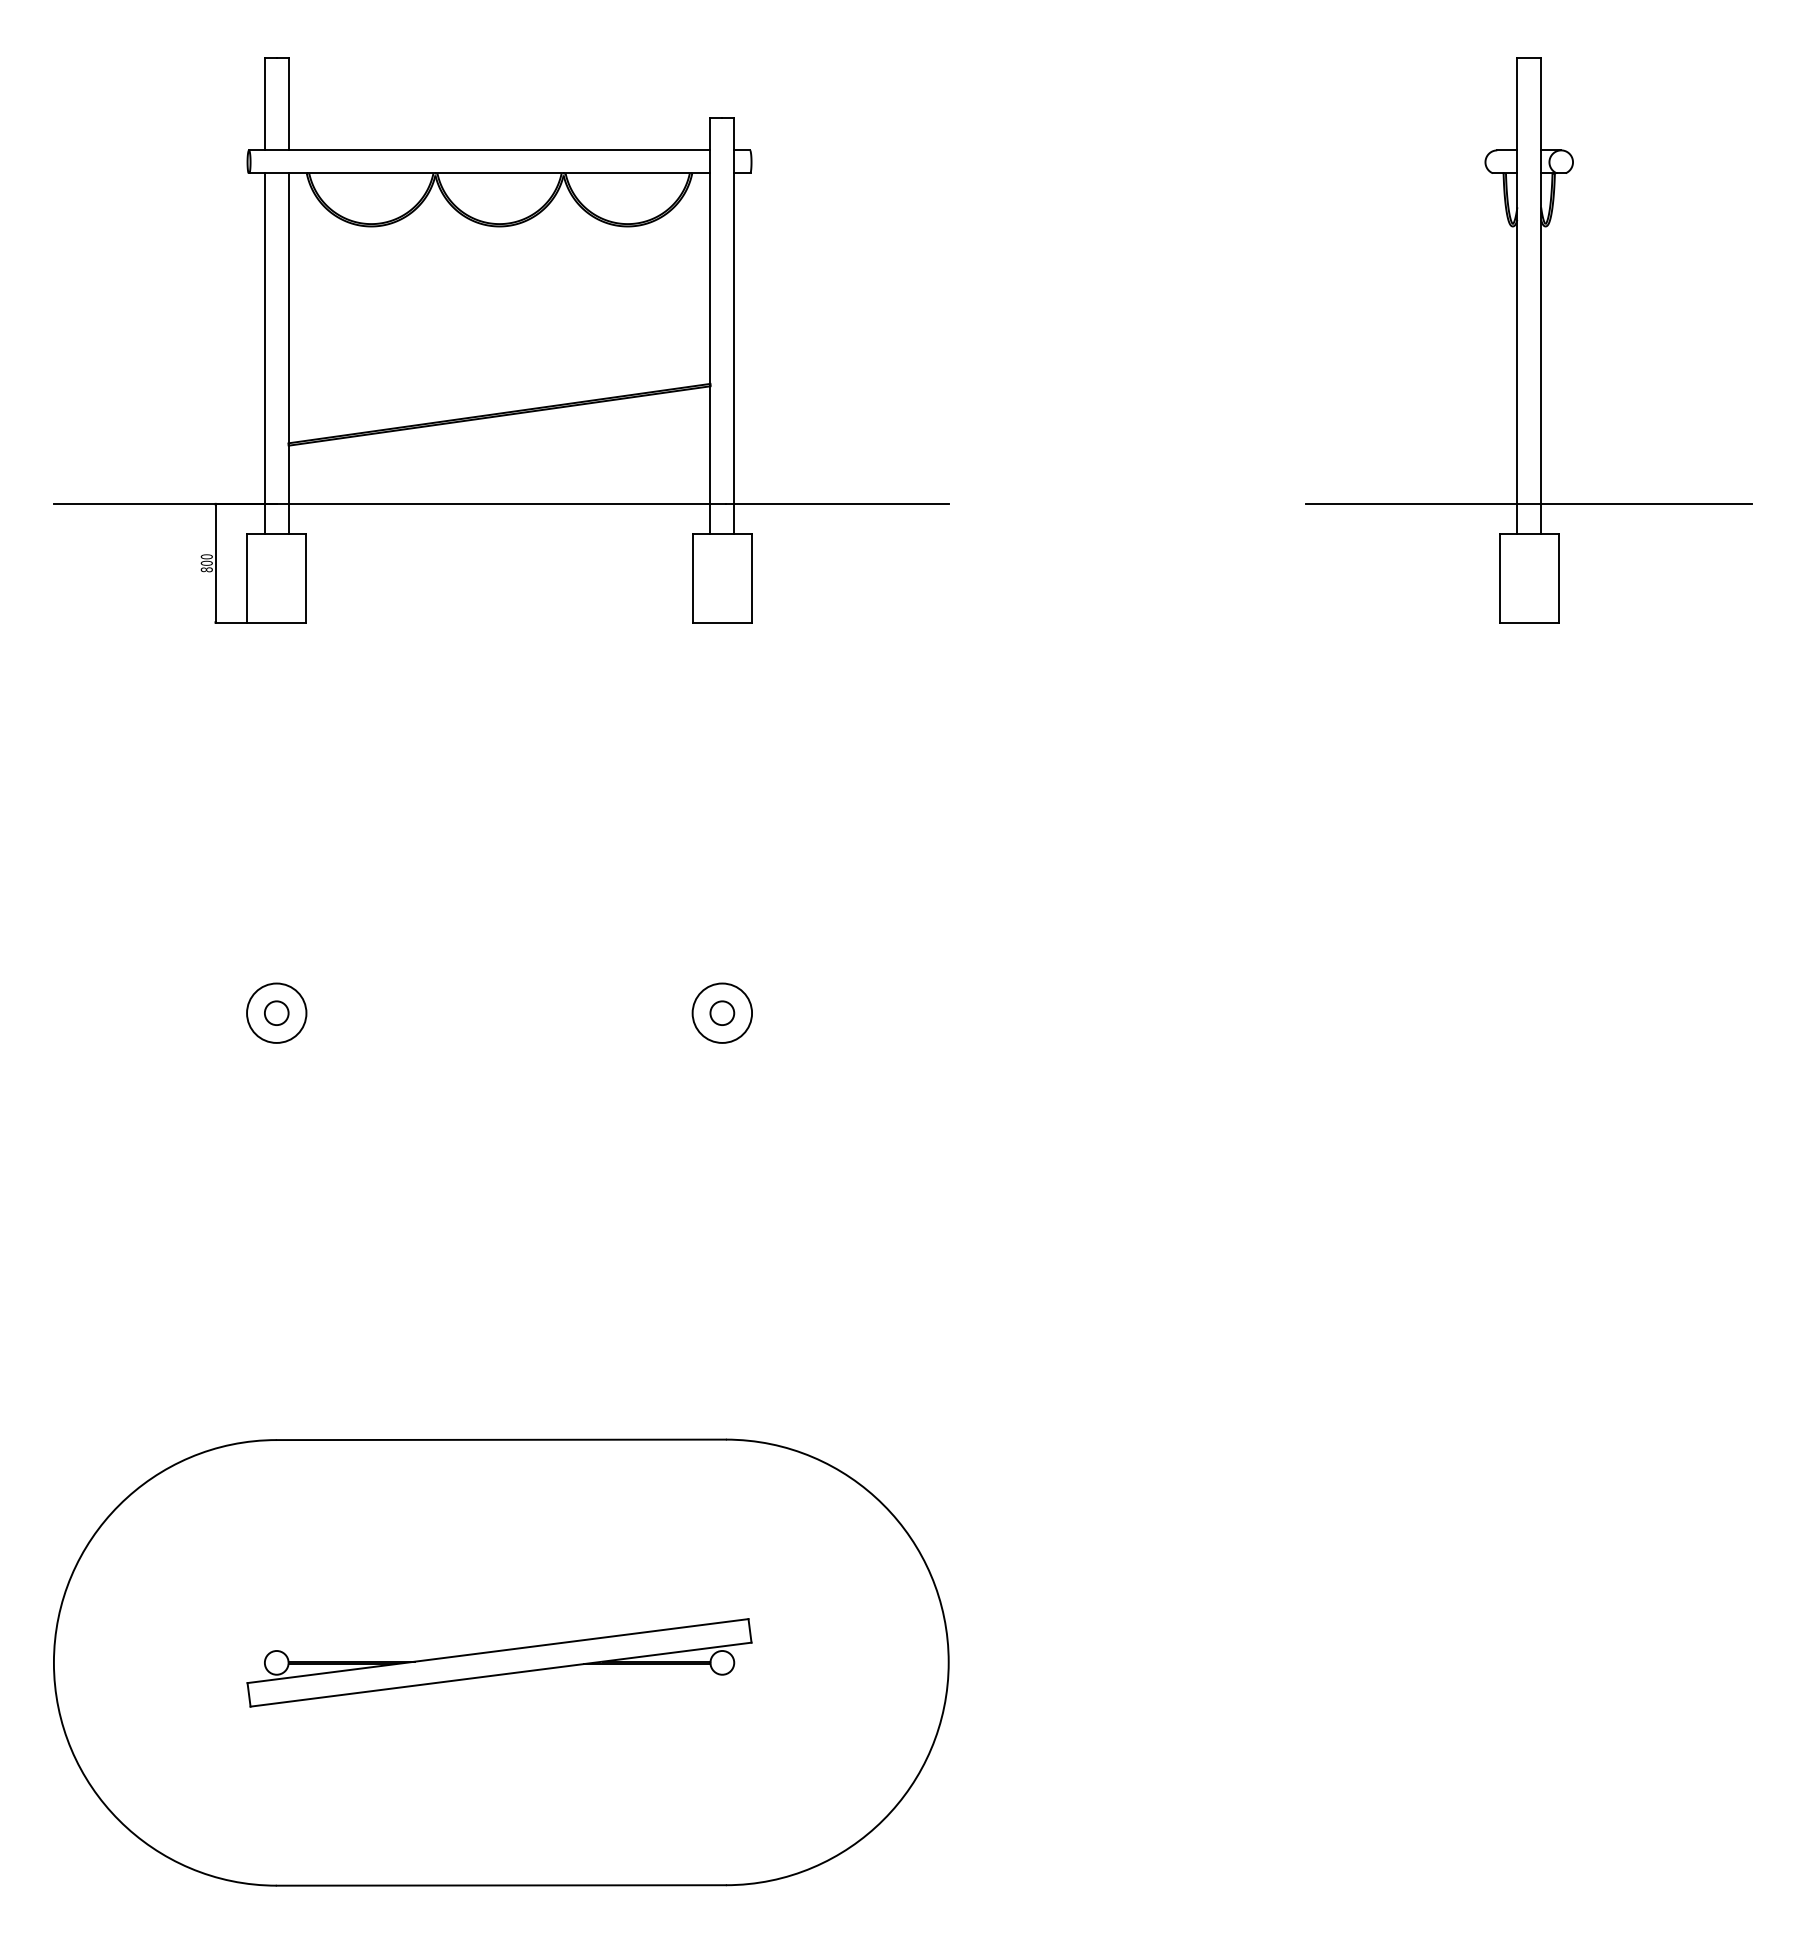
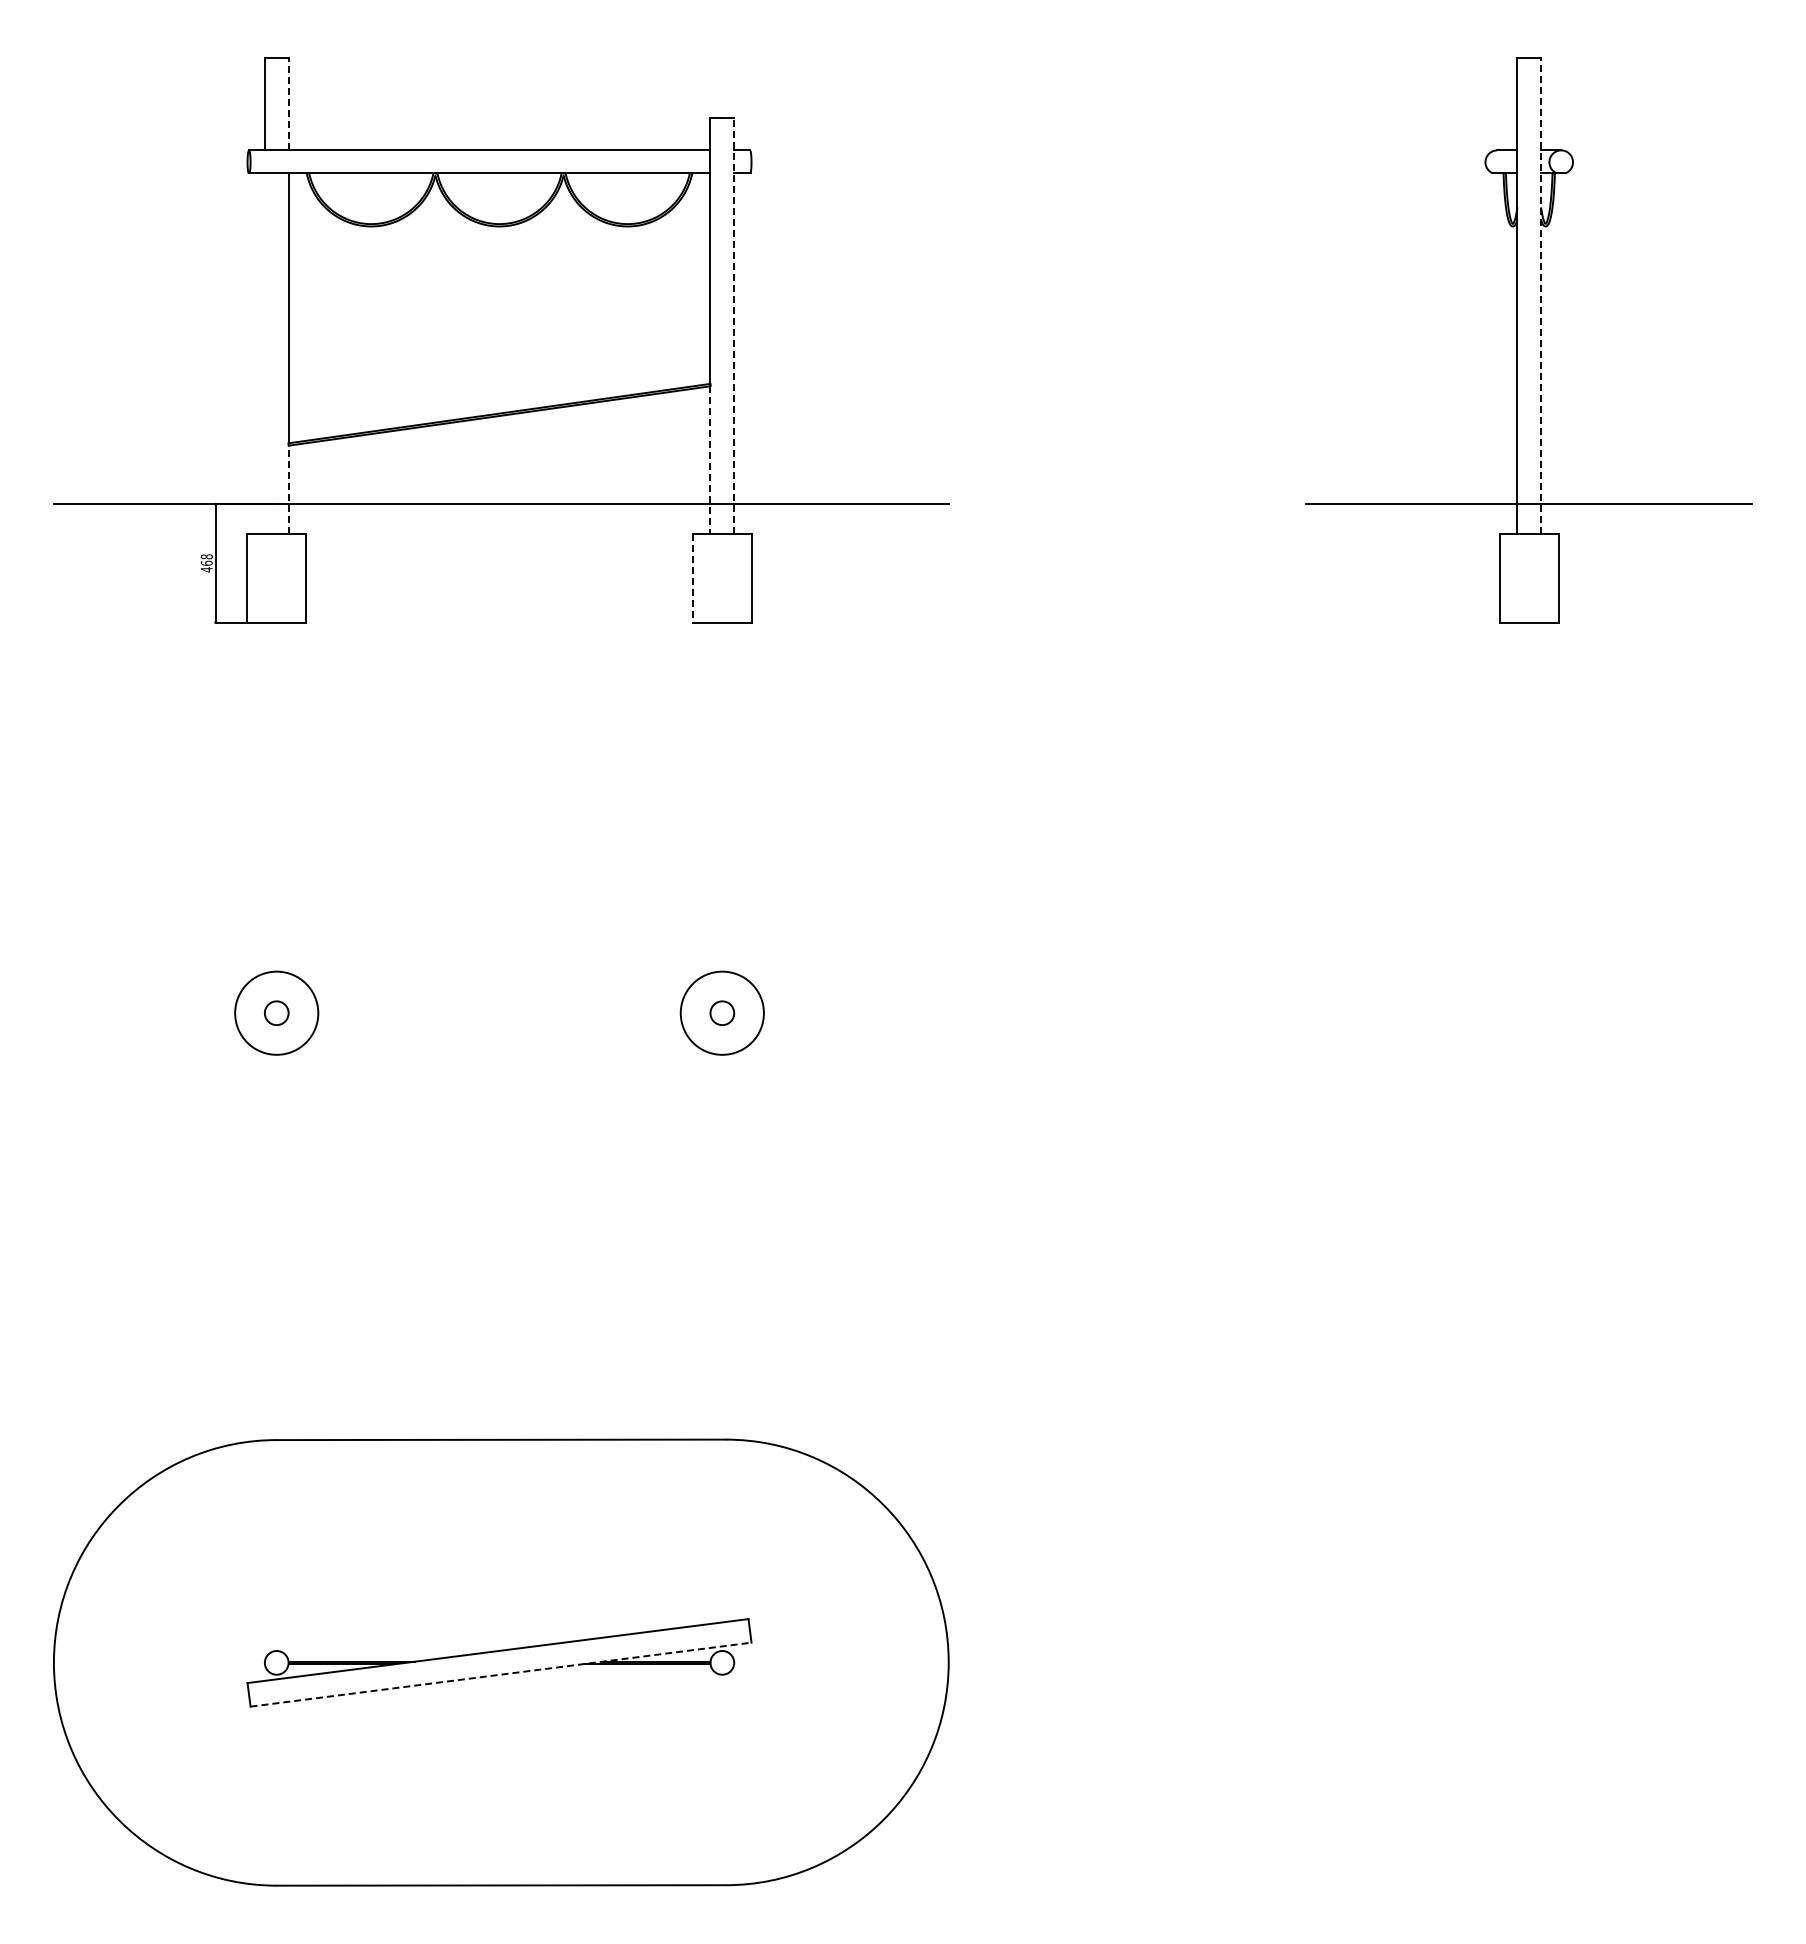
line at (288, 103): solid -> dashed
line at (1541, 295): solid -> dashed
line at (734, 325): solid -> dashed
line at (264, 353): present -> none
line at (710, 459): solid -> dashed
line at (288, 489): solid -> dashed
text at (206, 563): 800 -> 468
line at (692, 578): solid -> dashed
circle at (276, 1012) diameter: 59 px -> 83 px
circle at (722, 1012) diameter: 59 px -> 83 px
line at (501, 1674): solid -> dashed
